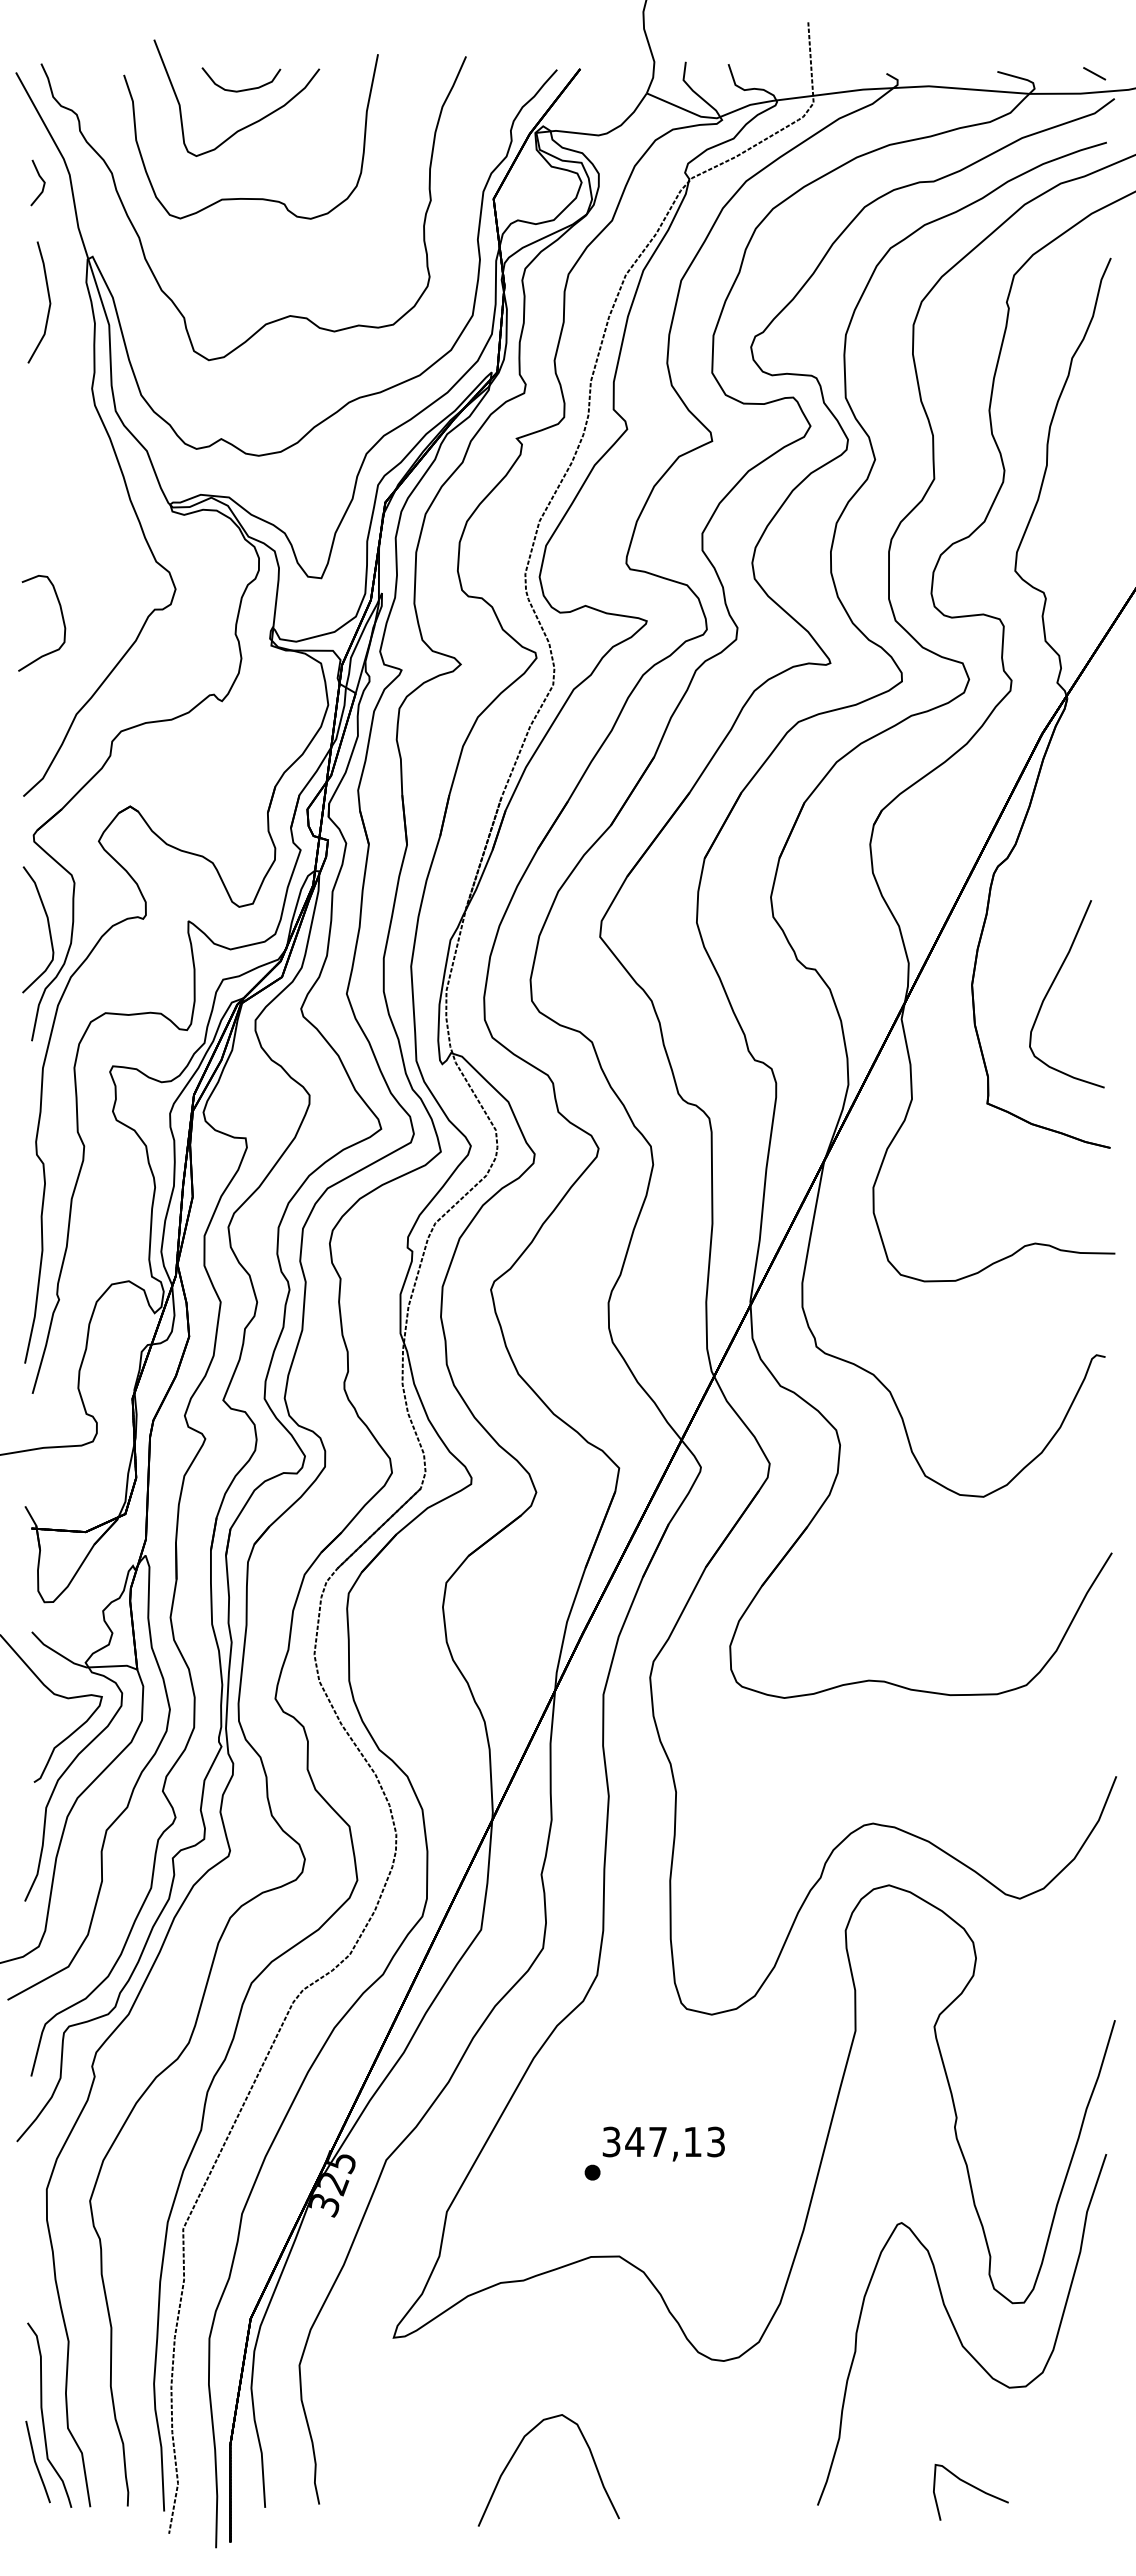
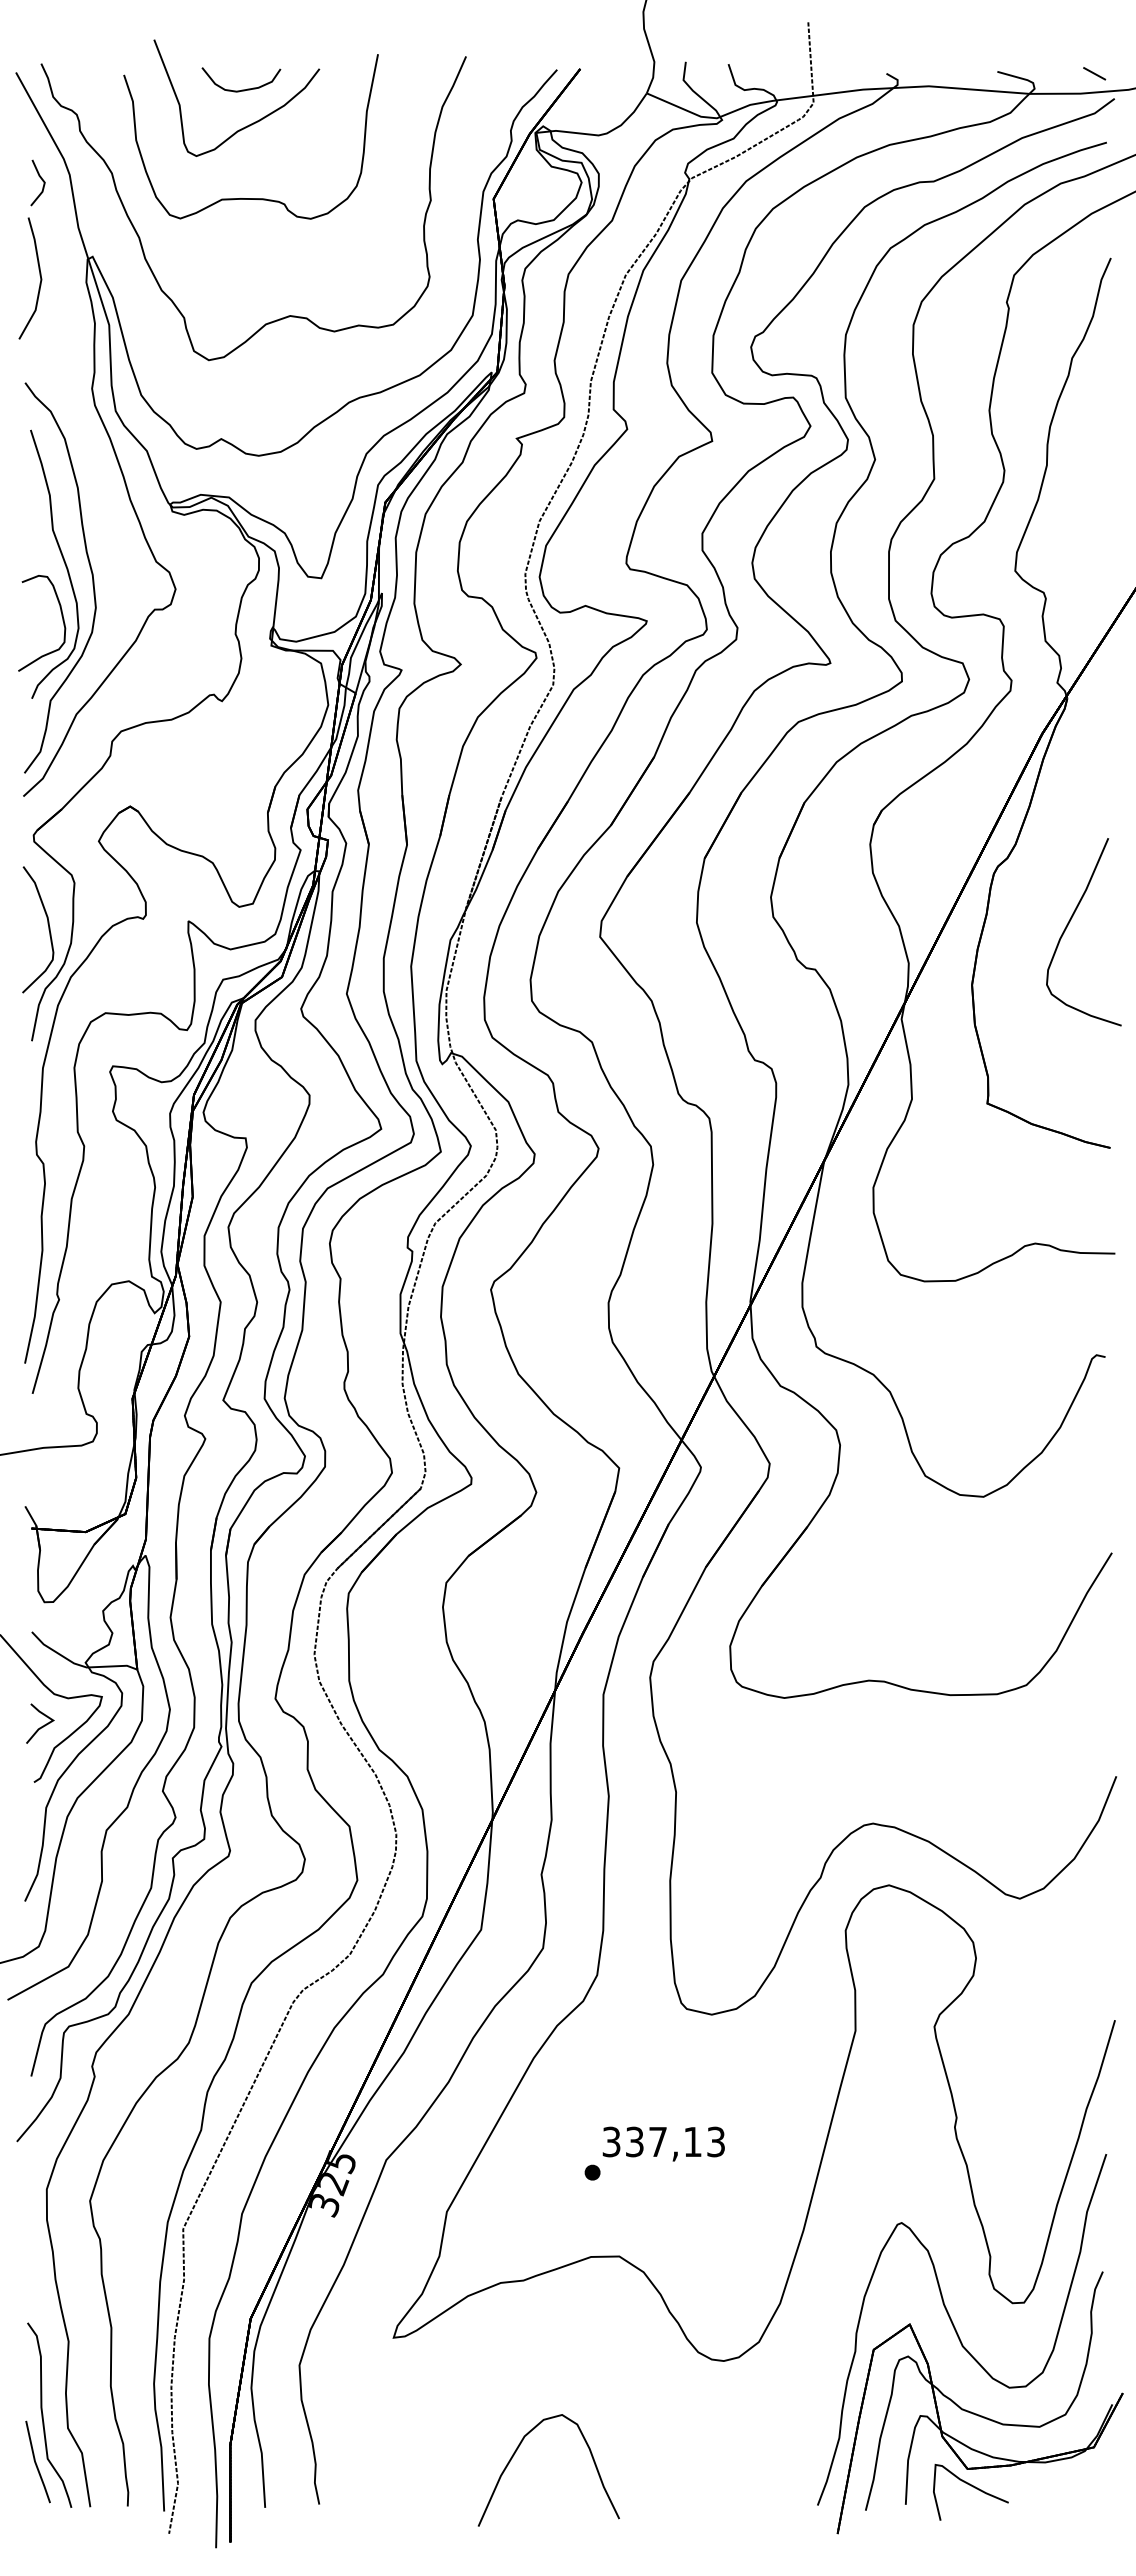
line at (48, 299) position: (48, 299) -> (39, 275)
part at (68, 577): none -> present
curve at (1051, 987) position: (1051, 987) -> (1068, 925)
line at (42, 1725): none -> present
text at (634, 2141): 347,13 -> 337,13
part at (974, 2412): none -> present
